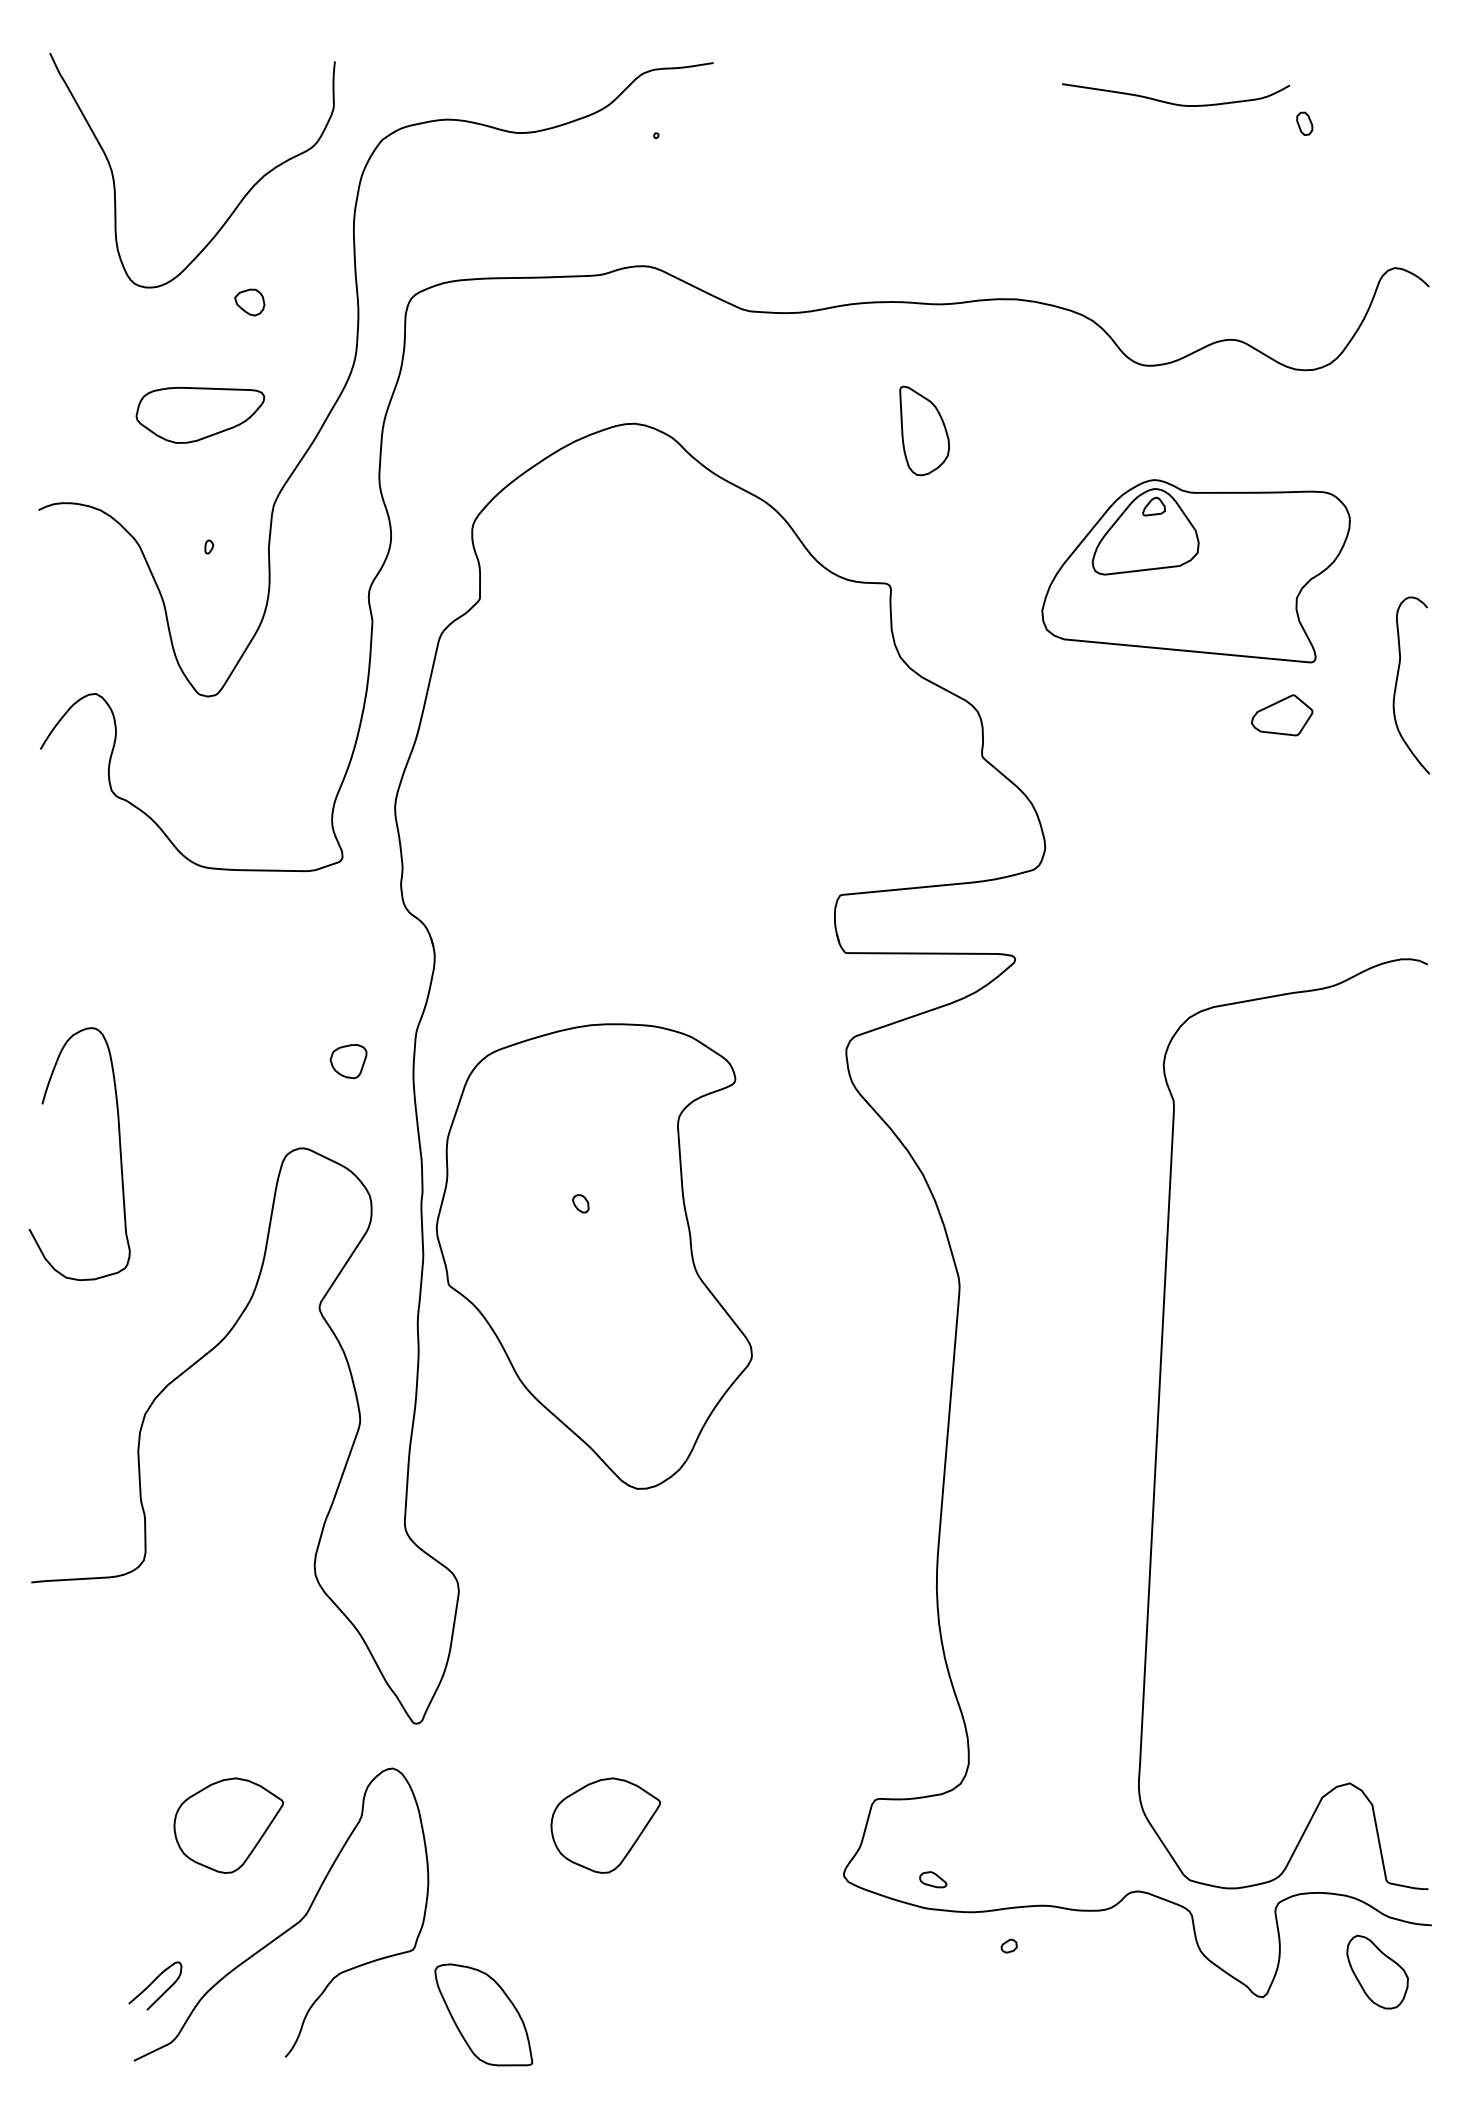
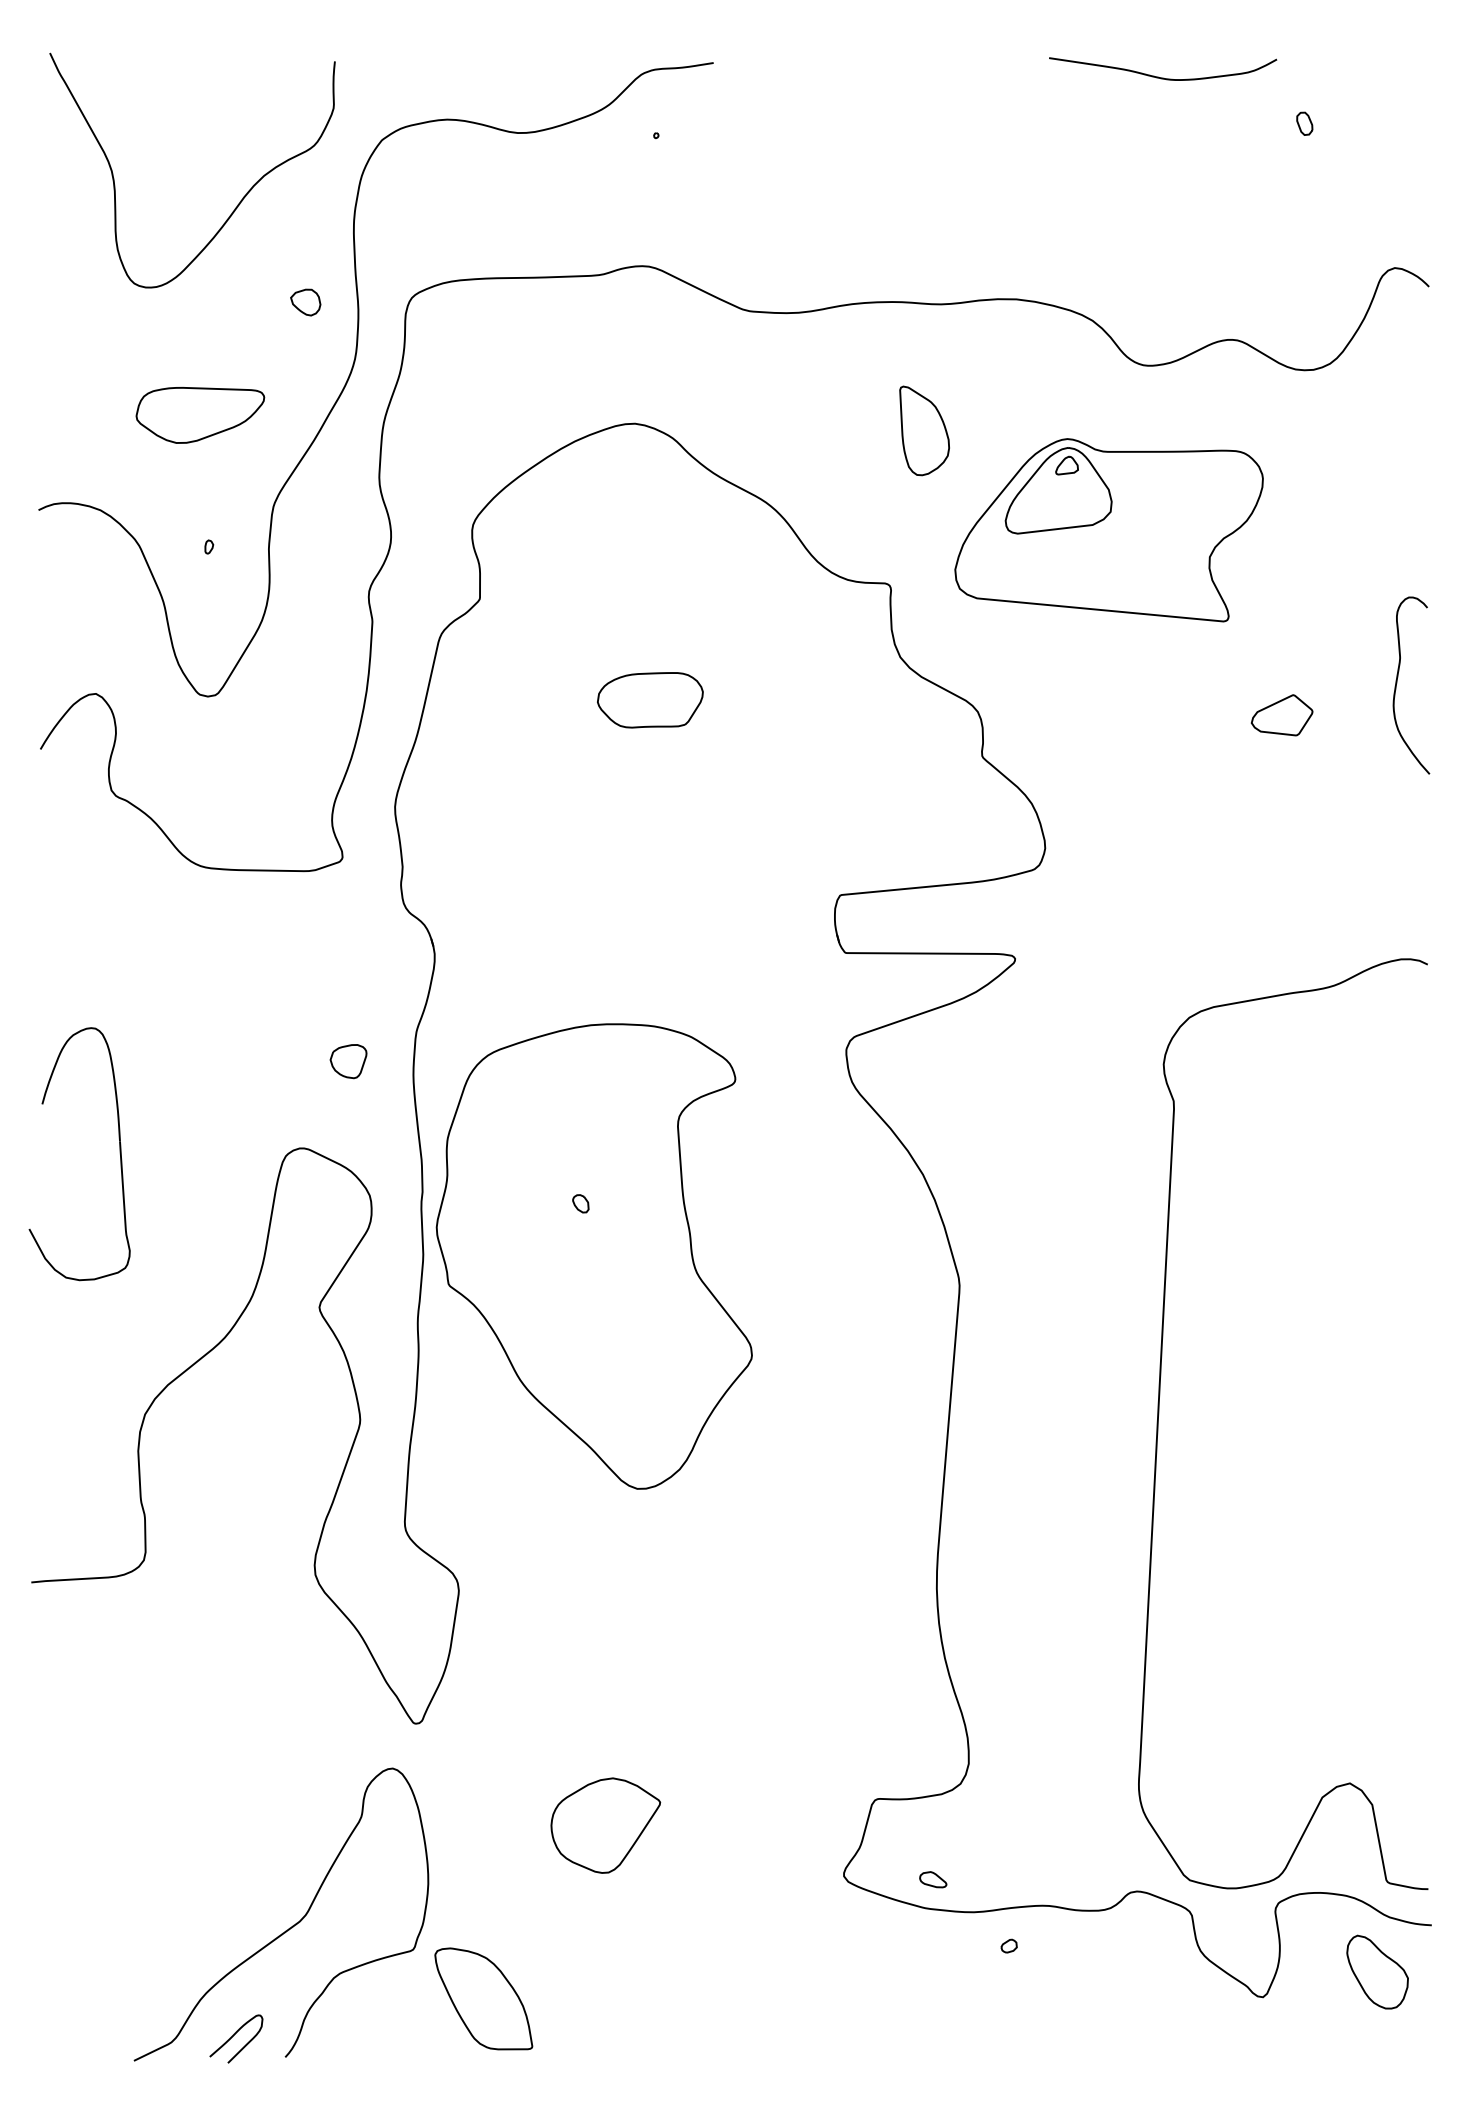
curve at (1176, 103) position: (1176, 103) -> (1163, 77)
part at (249, 302) position: (249, 302) -> (305, 302)
part at (1195, 571) position: (1195, 571) -> (1108, 530)
part at (650, 700): none -> present
part at (228, 1825): present -> none
curve at (153, 1982) position: (153, 1982) -> (234, 2035)
part at (483, 2014) position: (483, 2014) -> (483, 1998)
